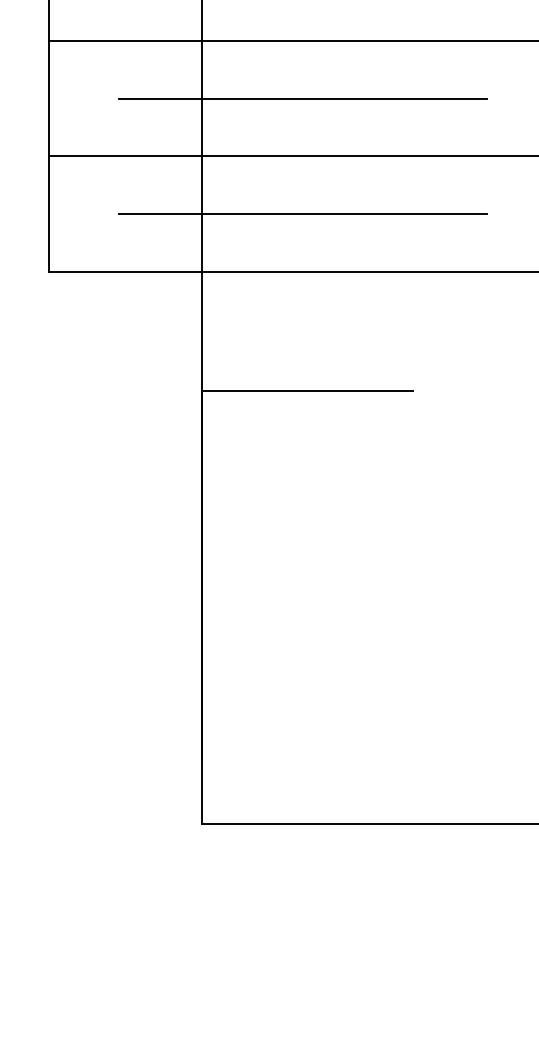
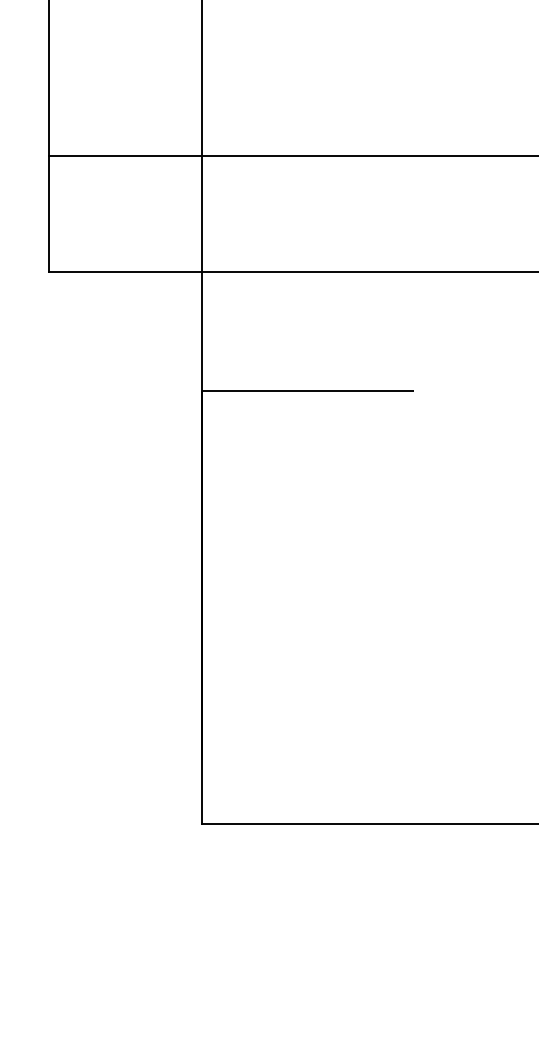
line at (291, 41): present -> none
line at (302, 98): present -> none
line at (302, 213): present -> none
